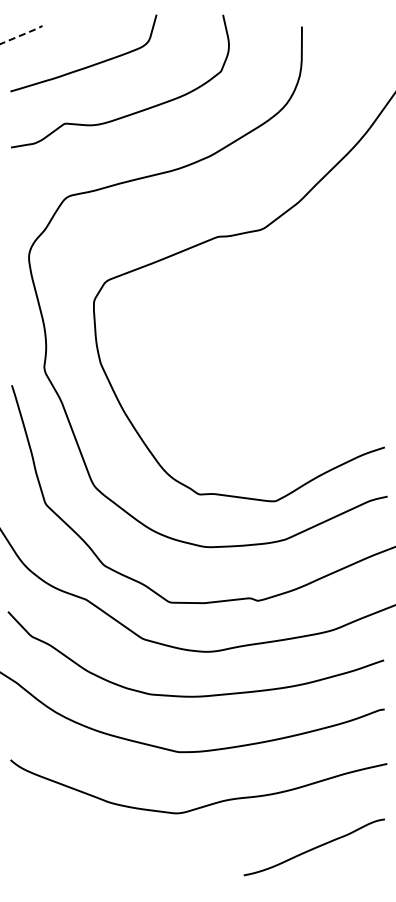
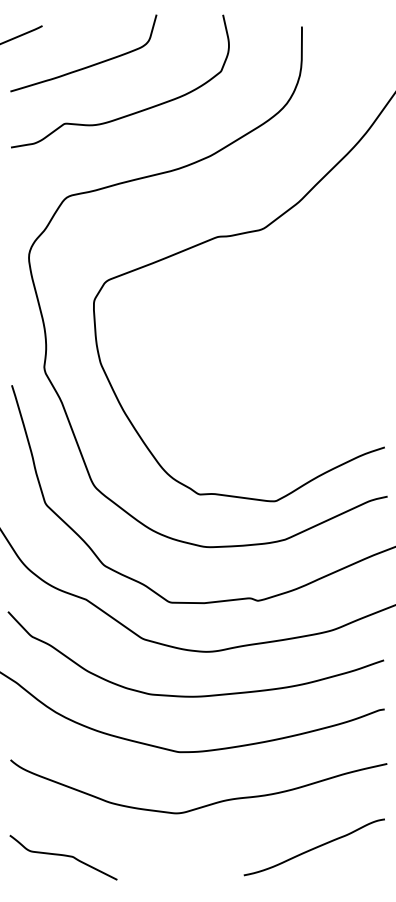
line at (23, 34): dashed -> solid
curve at (63, 856): none -> present
